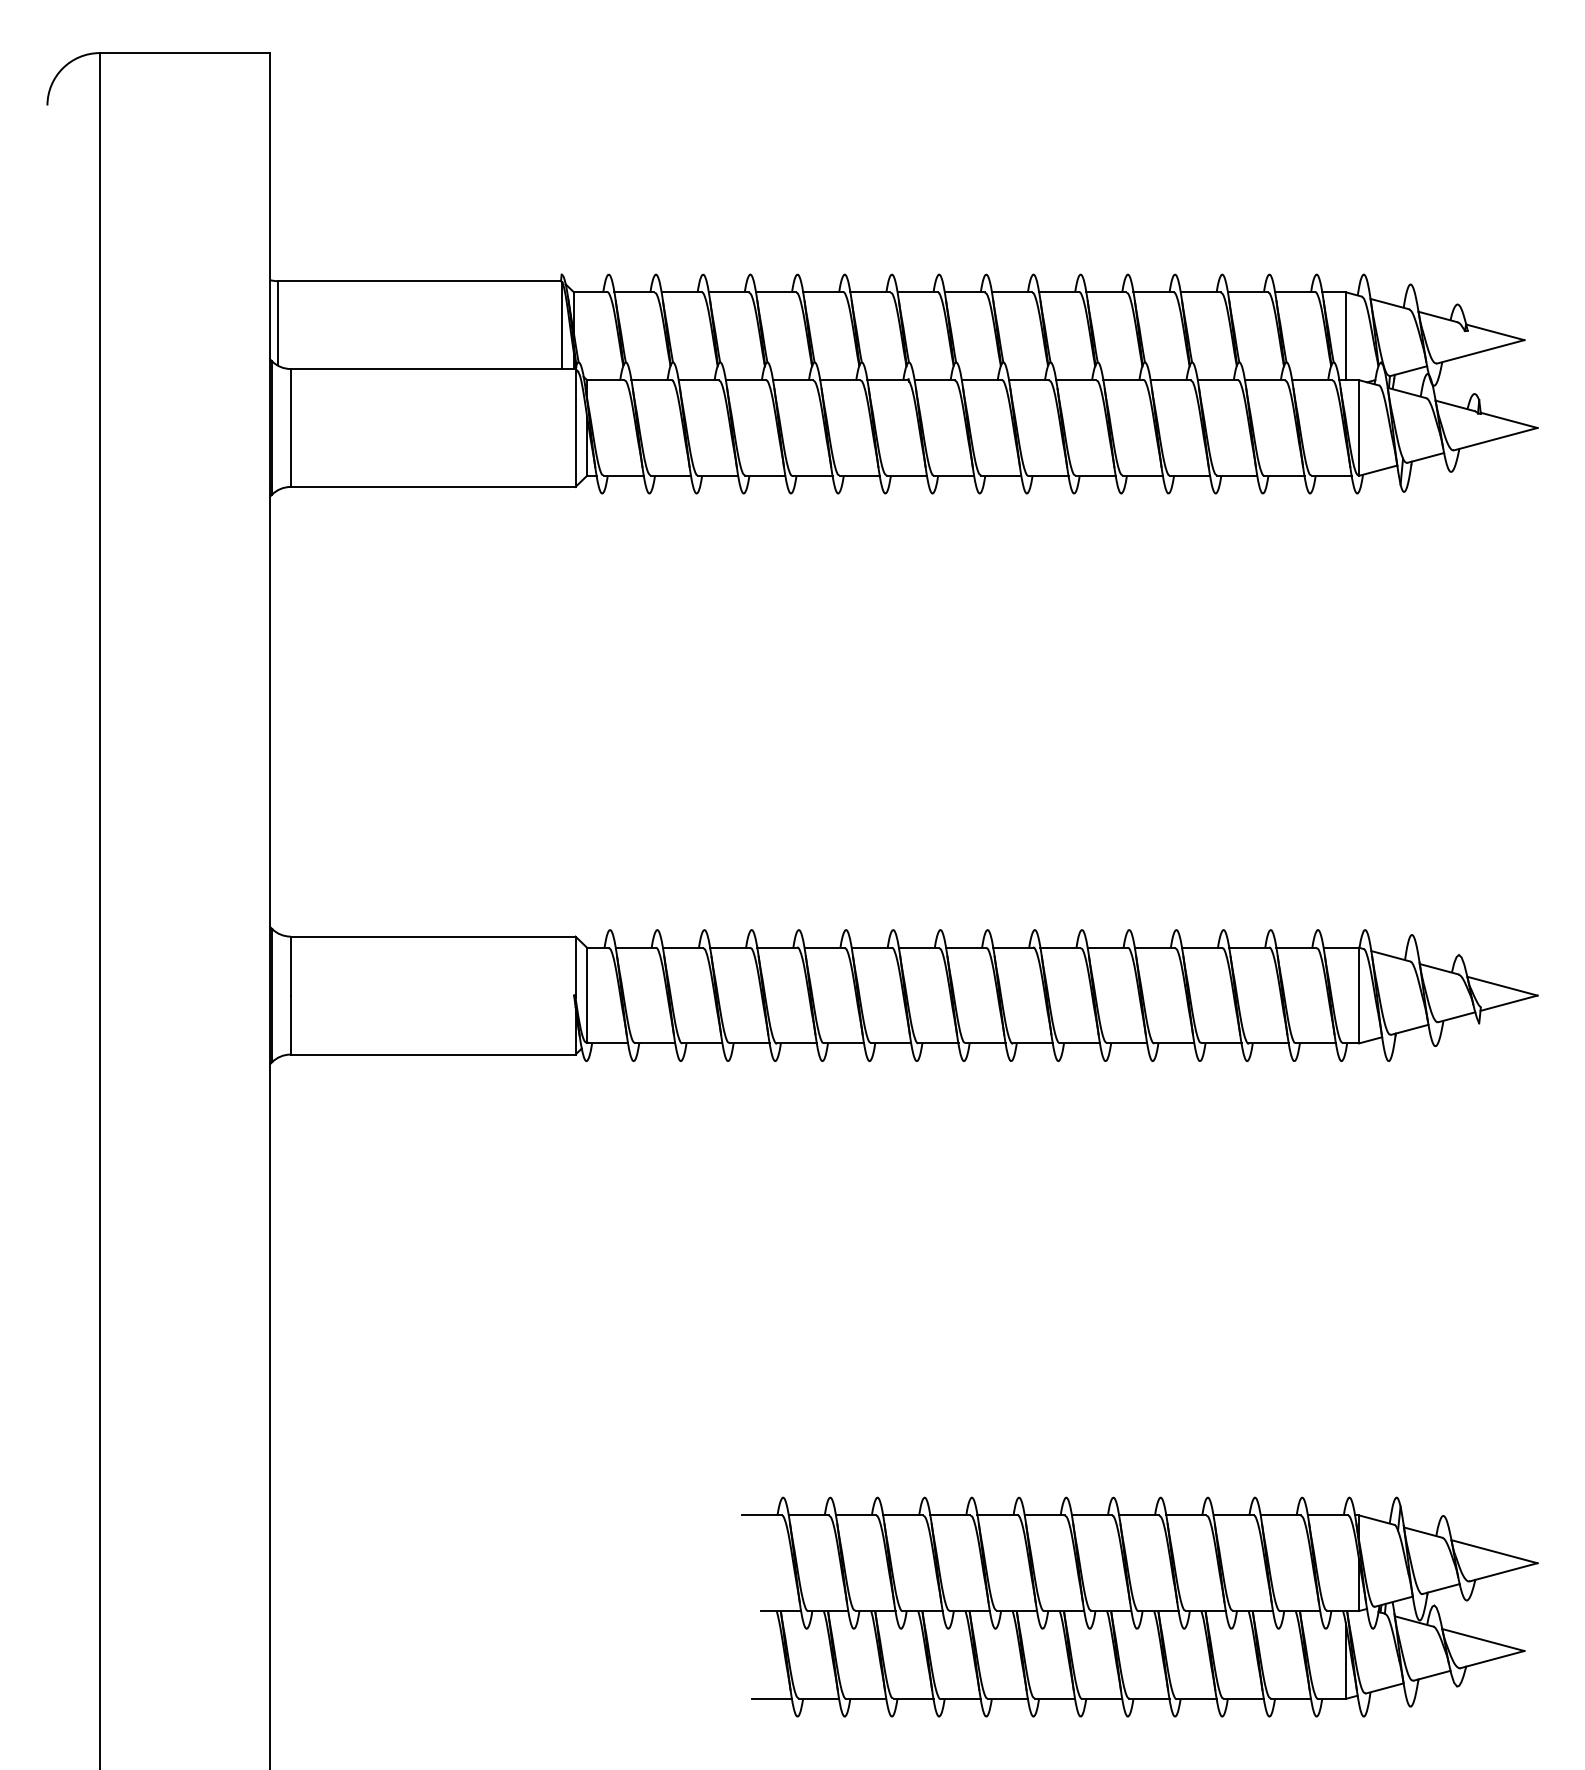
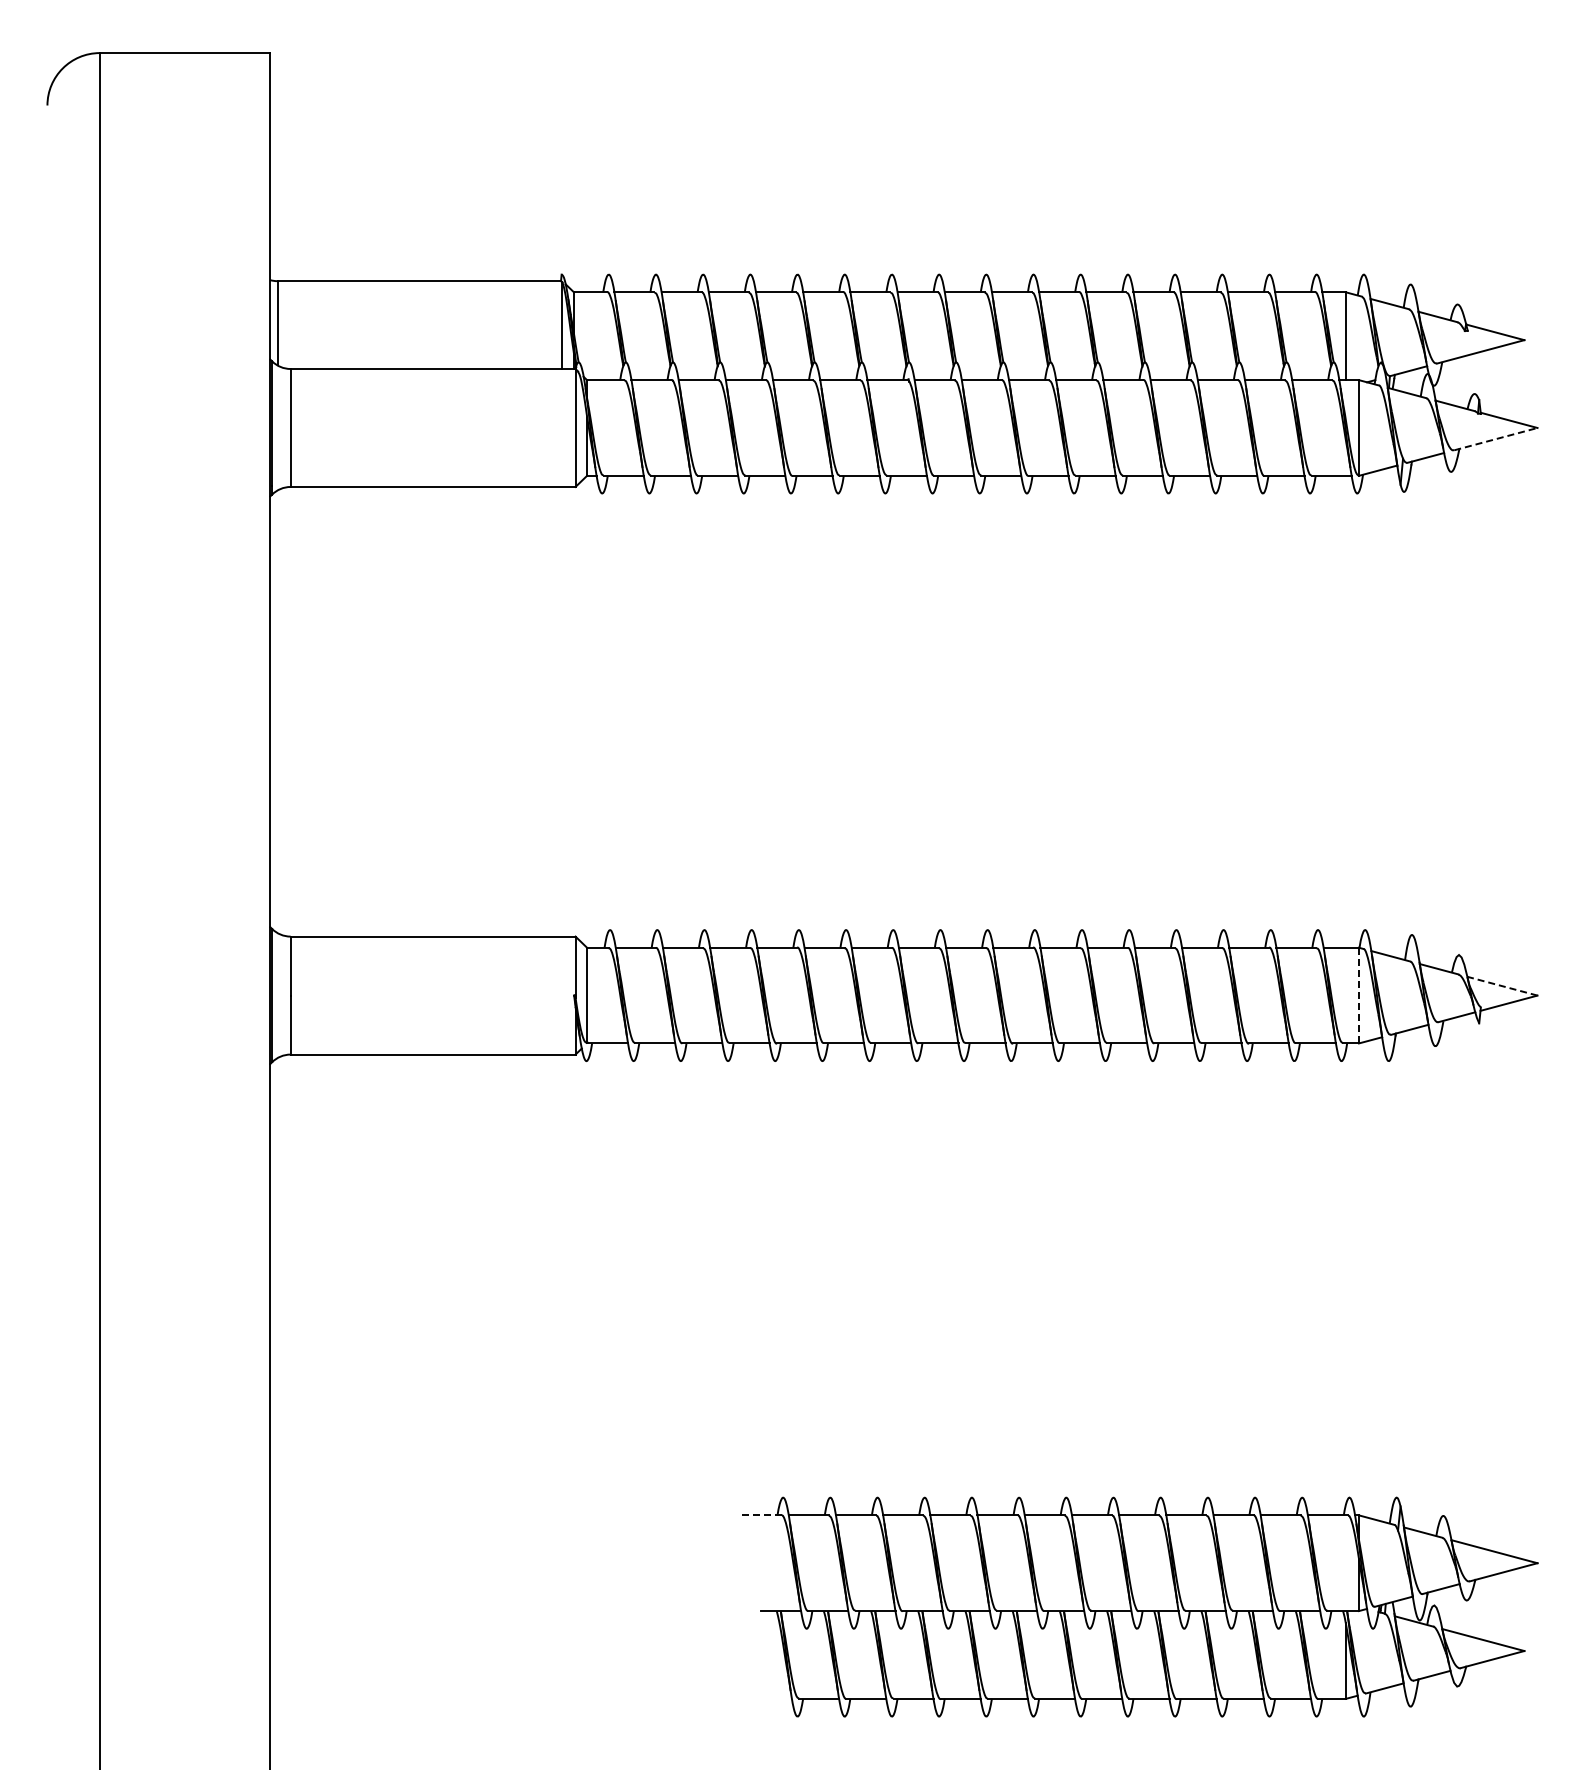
line at (1496, 439): solid -> dashed
line at (1501, 986): solid -> dashed
line at (1358, 995): solid -> dashed
line at (761, 1515): solid -> dashed
line at (771, 1698): present -> none
